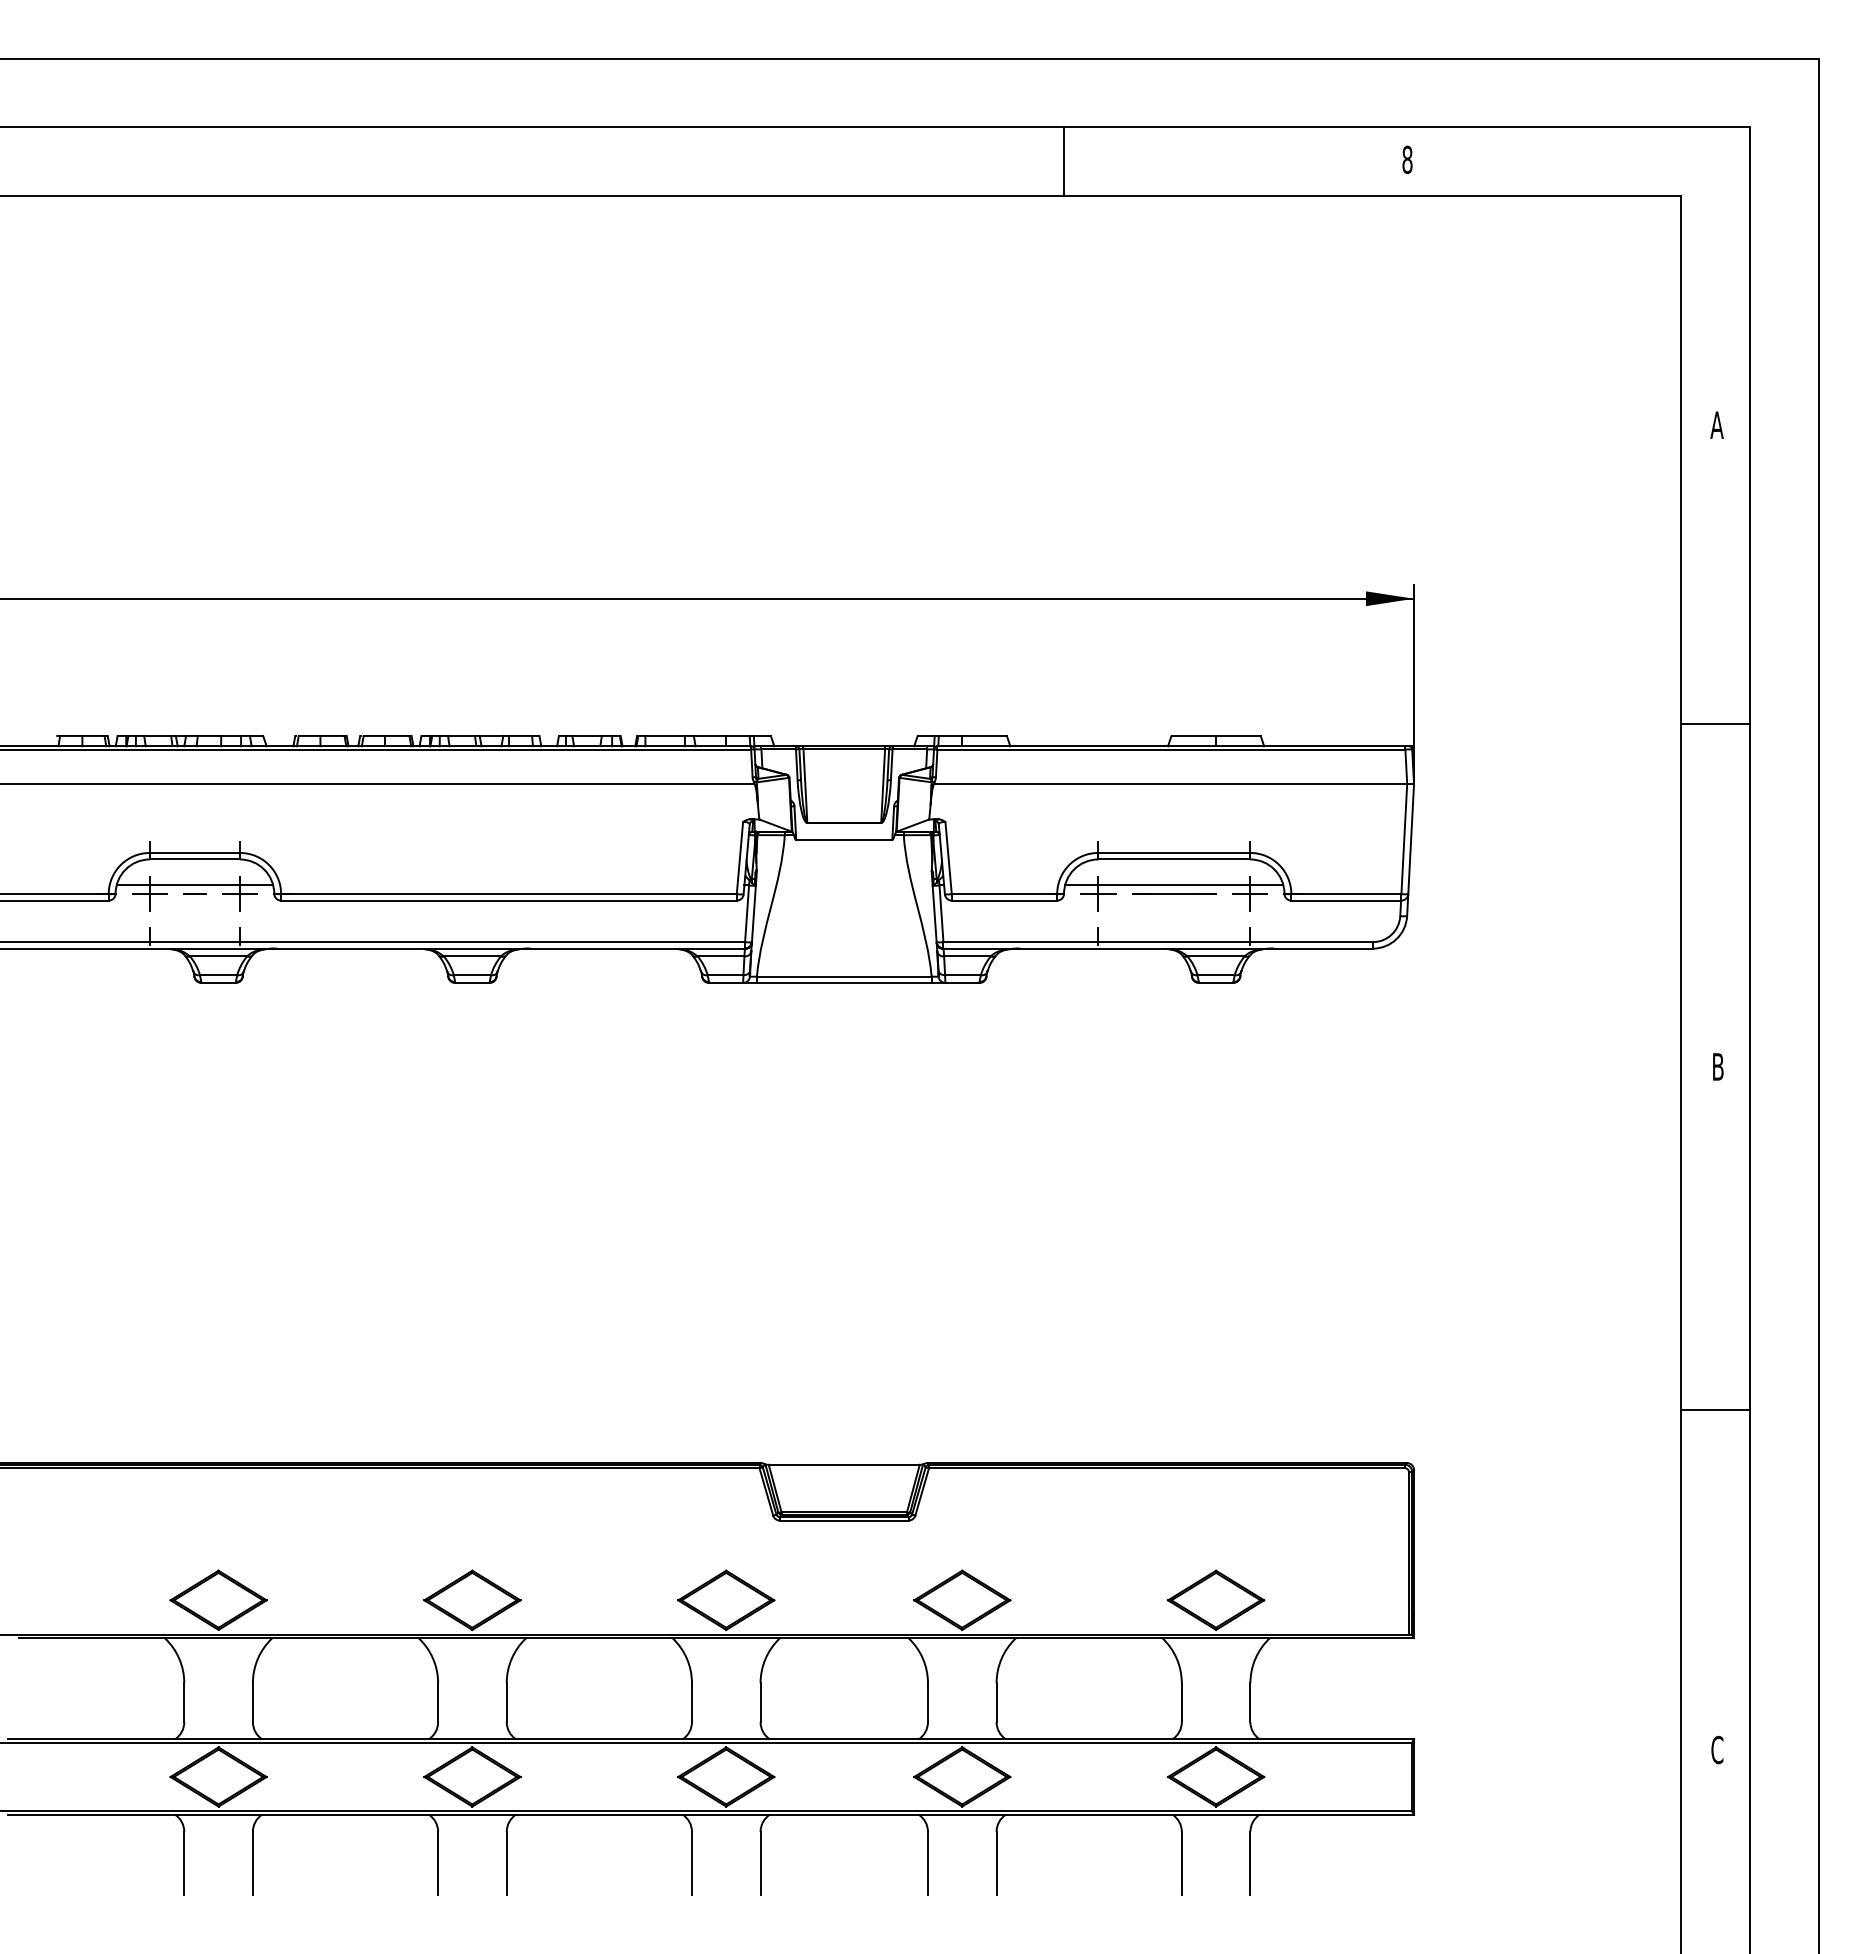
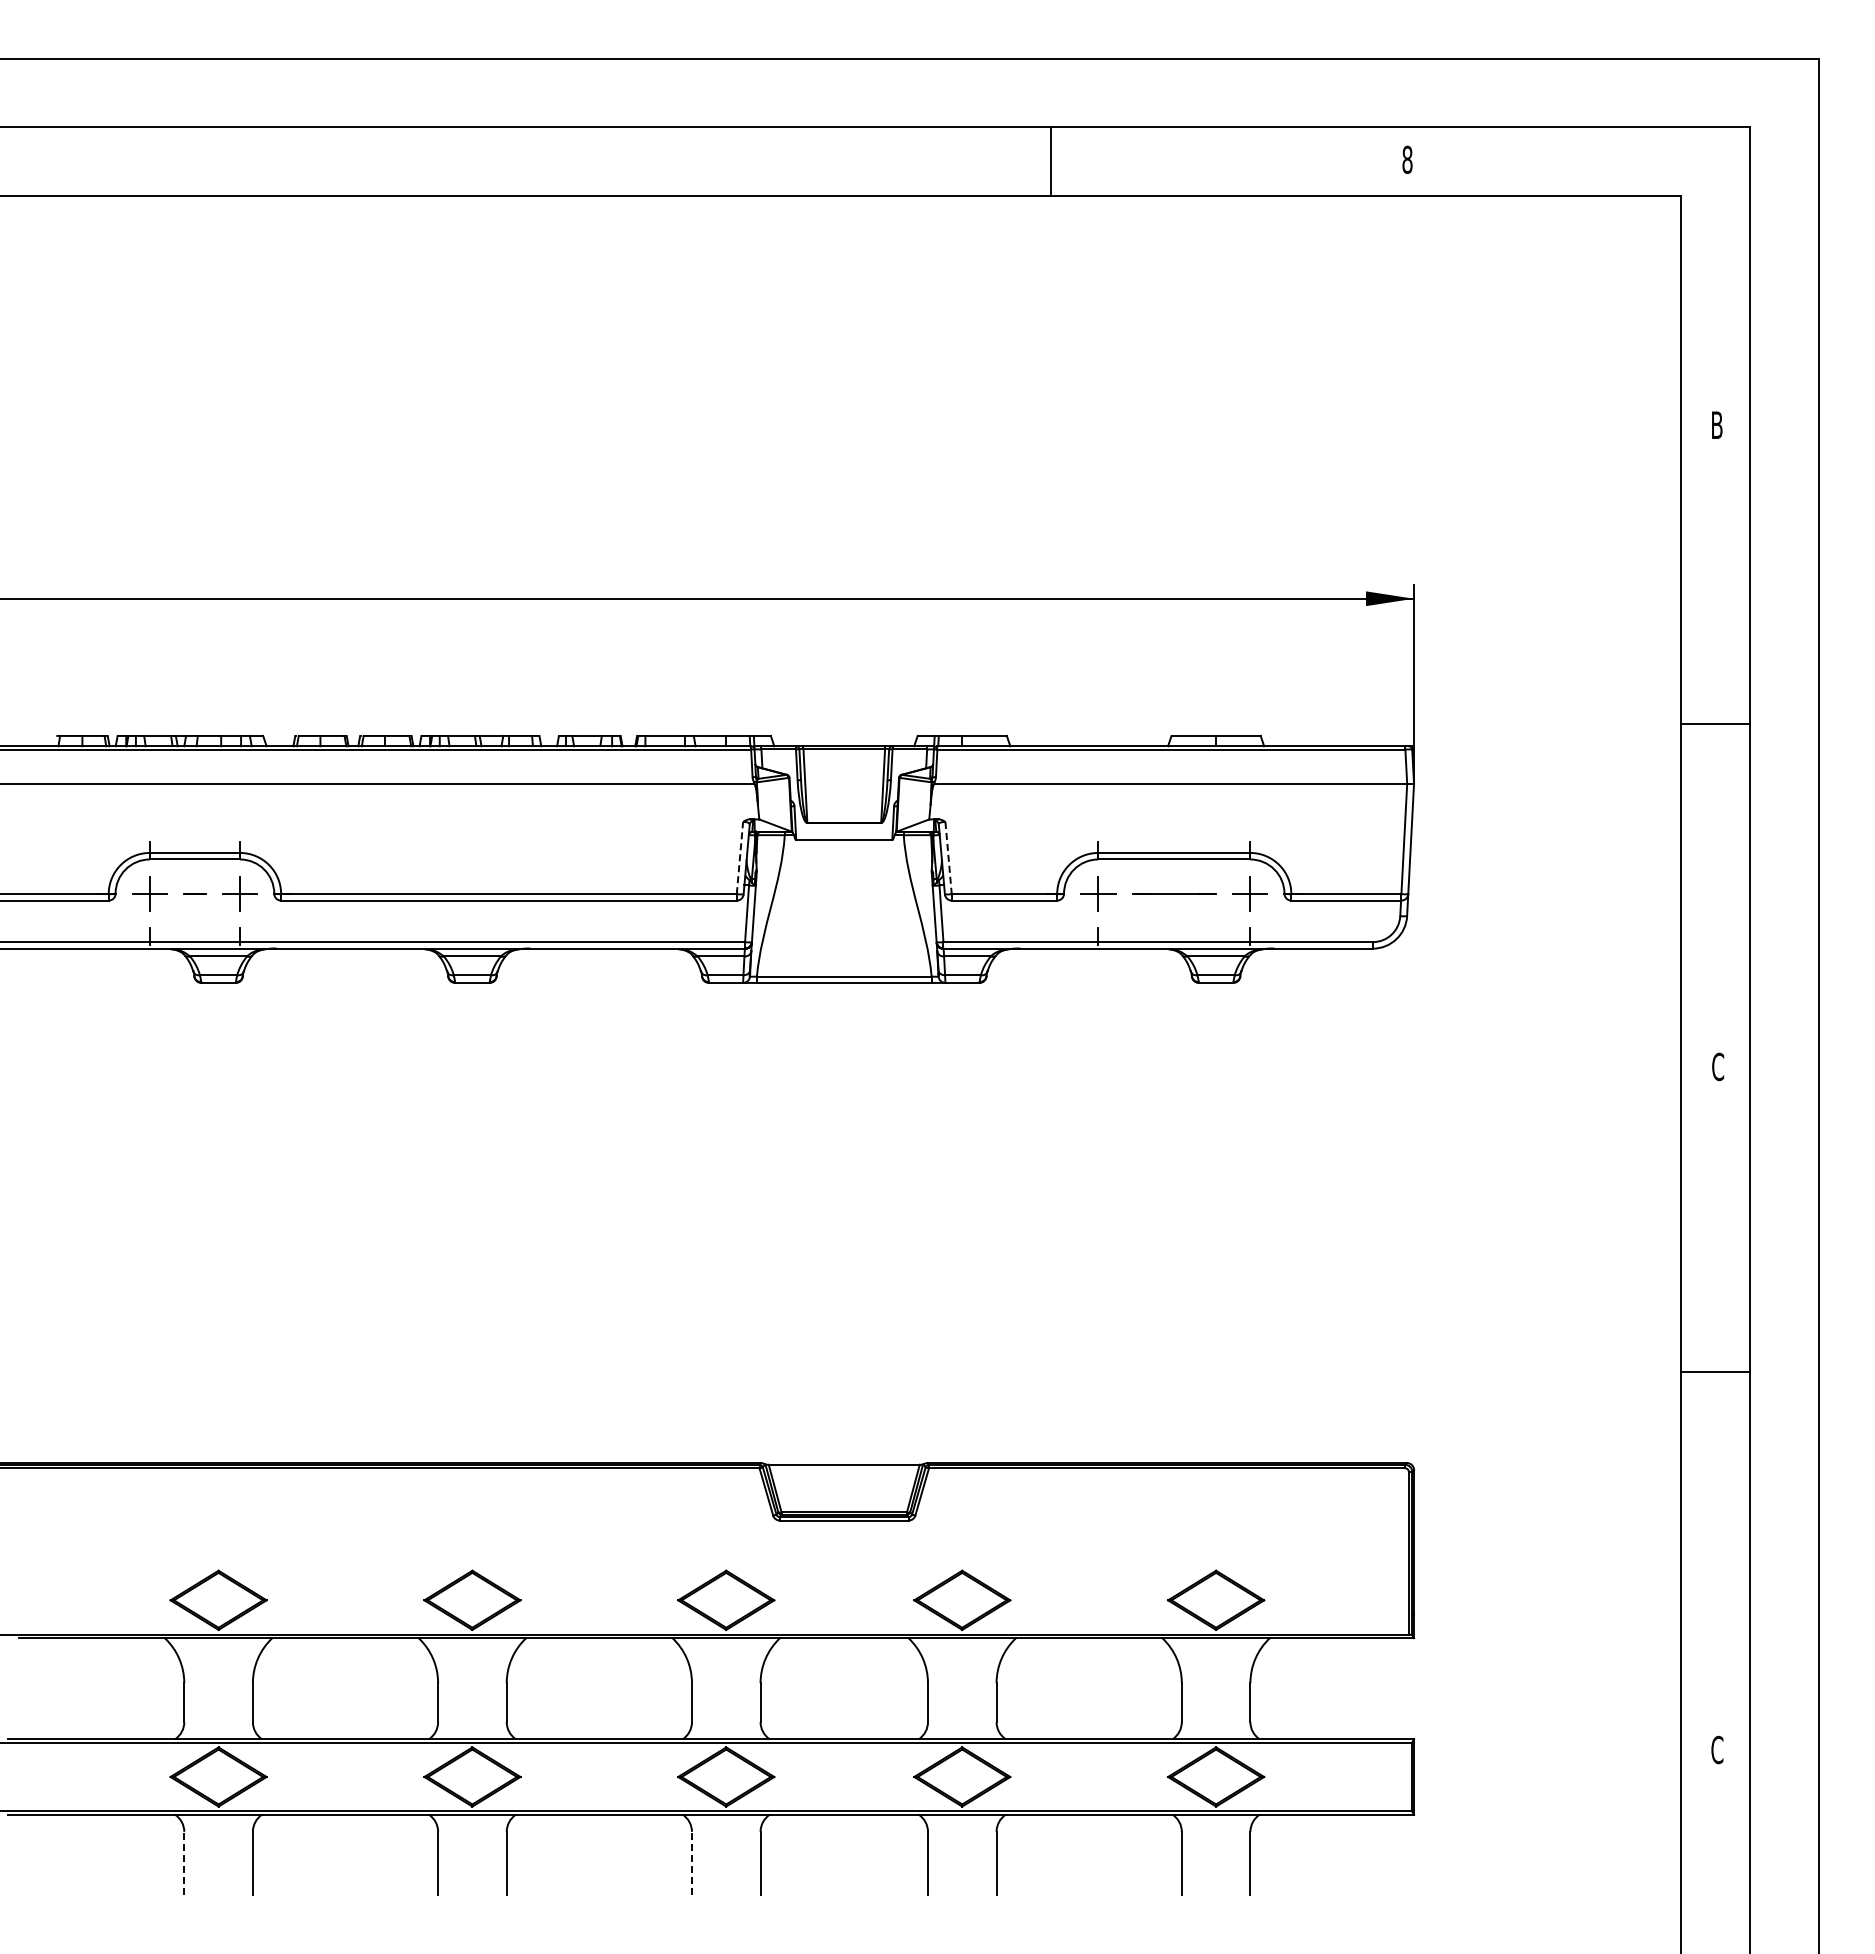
line at (1064, 161) position: (1064, 161) -> (1051, 161)
text at (1716, 424): A -> B
line at (740, 857): solid -> dashed
line at (948, 858): solid -> dashed
line at (194, 885): present -> none
line at (1174, 885): present -> none
text at (1718, 1066): B -> C
line at (1715, 1410) position: (1715, 1410) -> (1715, 1372)
line at (184, 1863): solid -> dashed
line at (691, 1863): solid -> dashed
